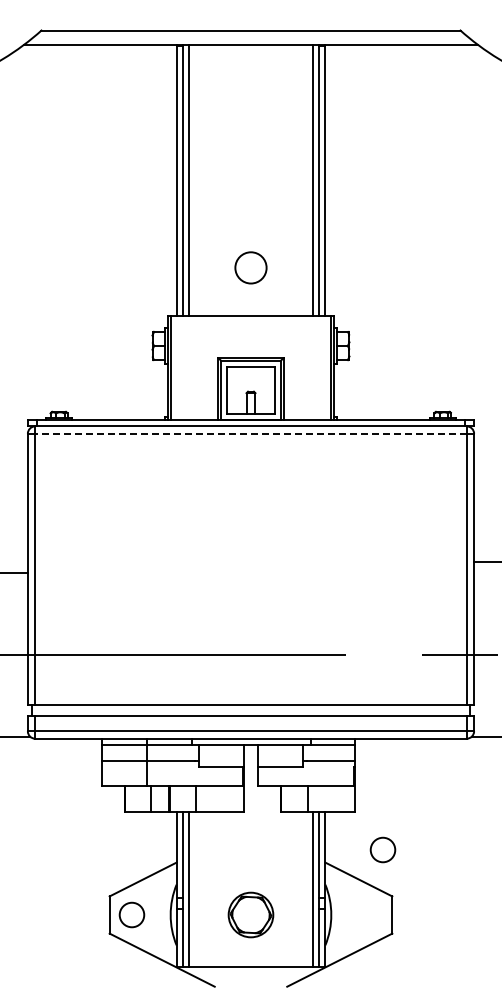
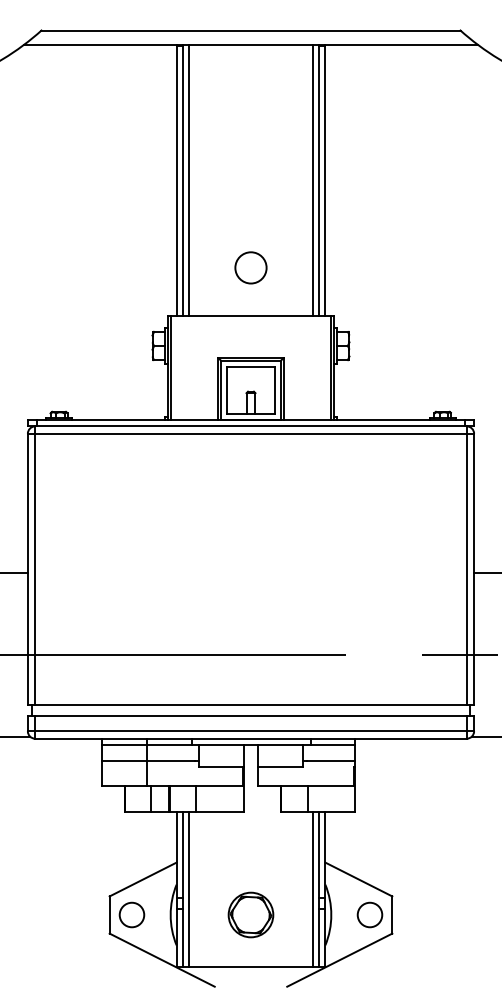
line at (251, 433): dashed -> solid
line at (486, 562) position: (486, 562) -> (486, 573)
circle at (382, 849) position: (382, 849) -> (369, 914)
